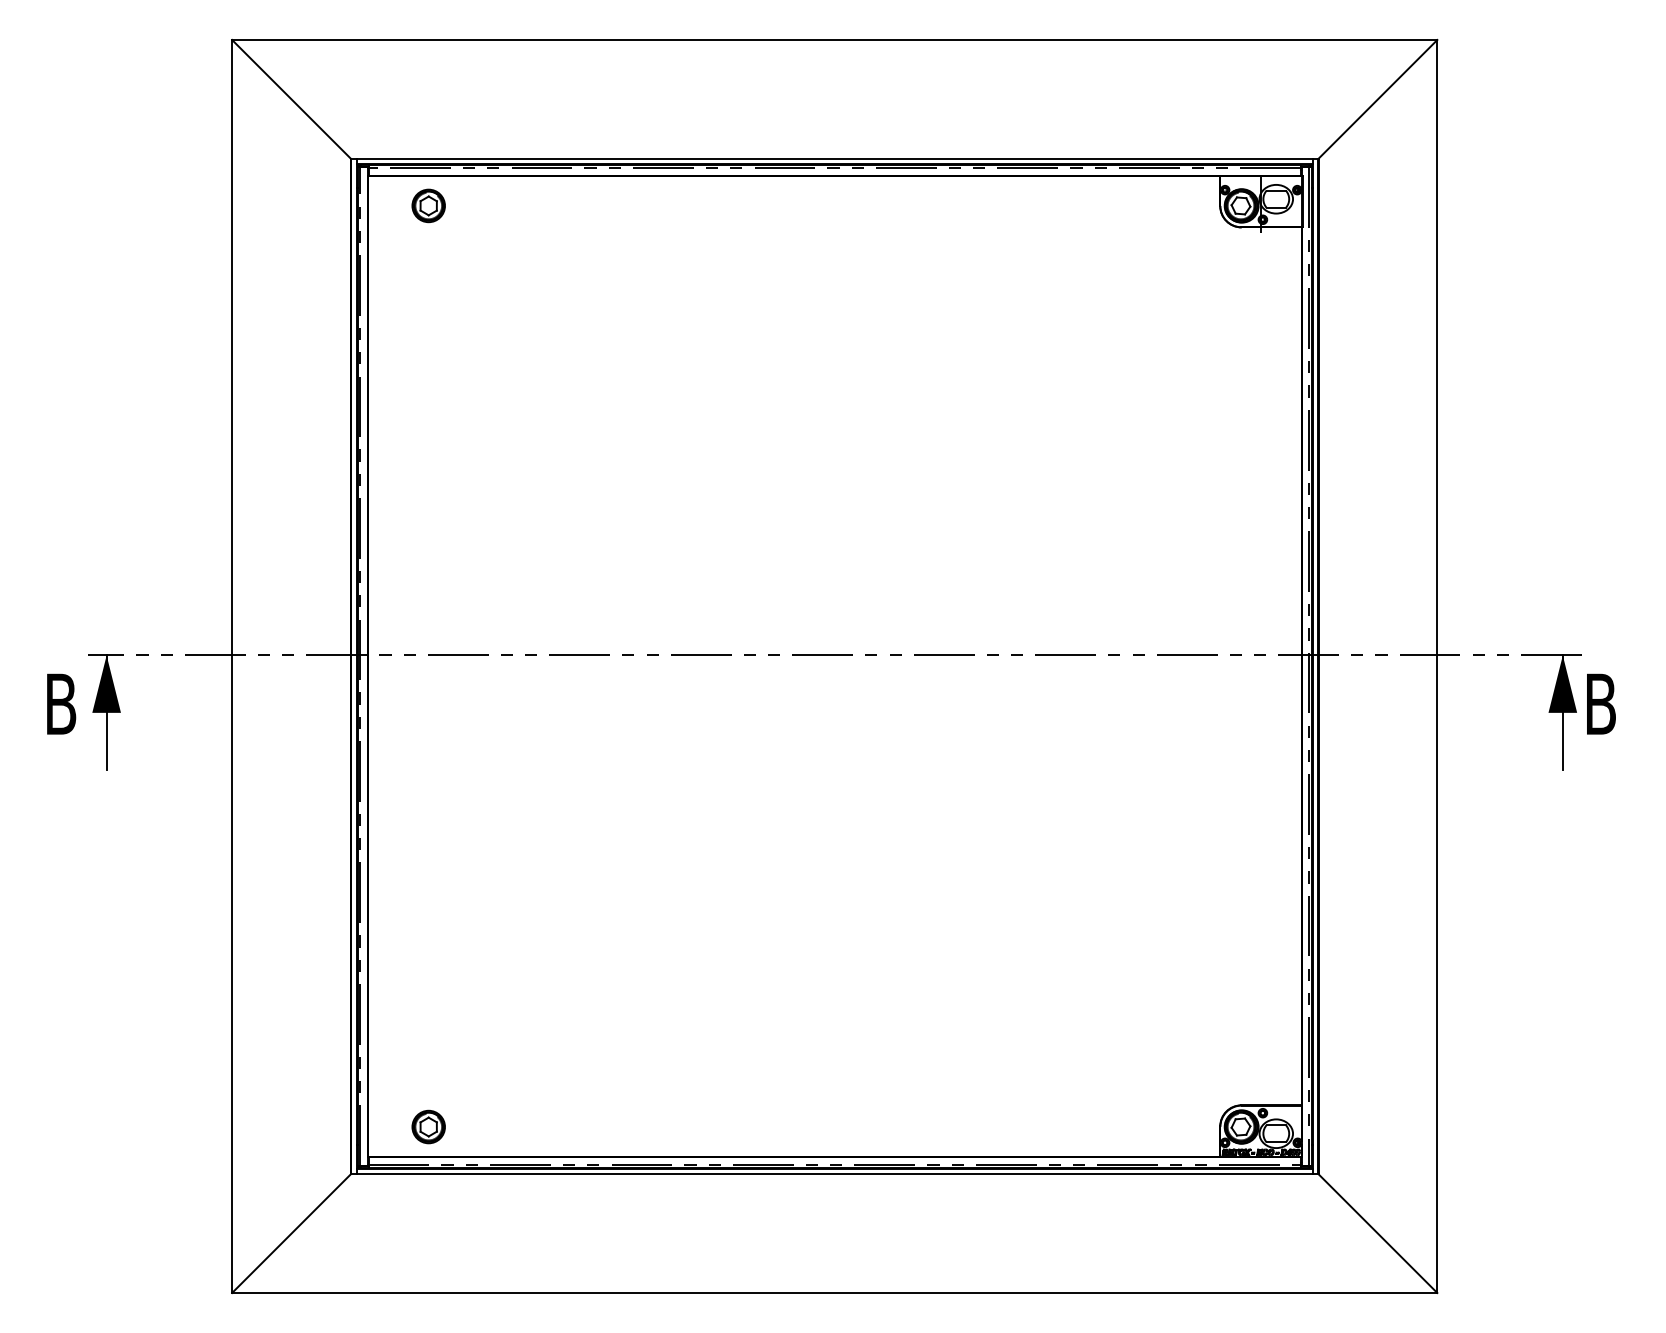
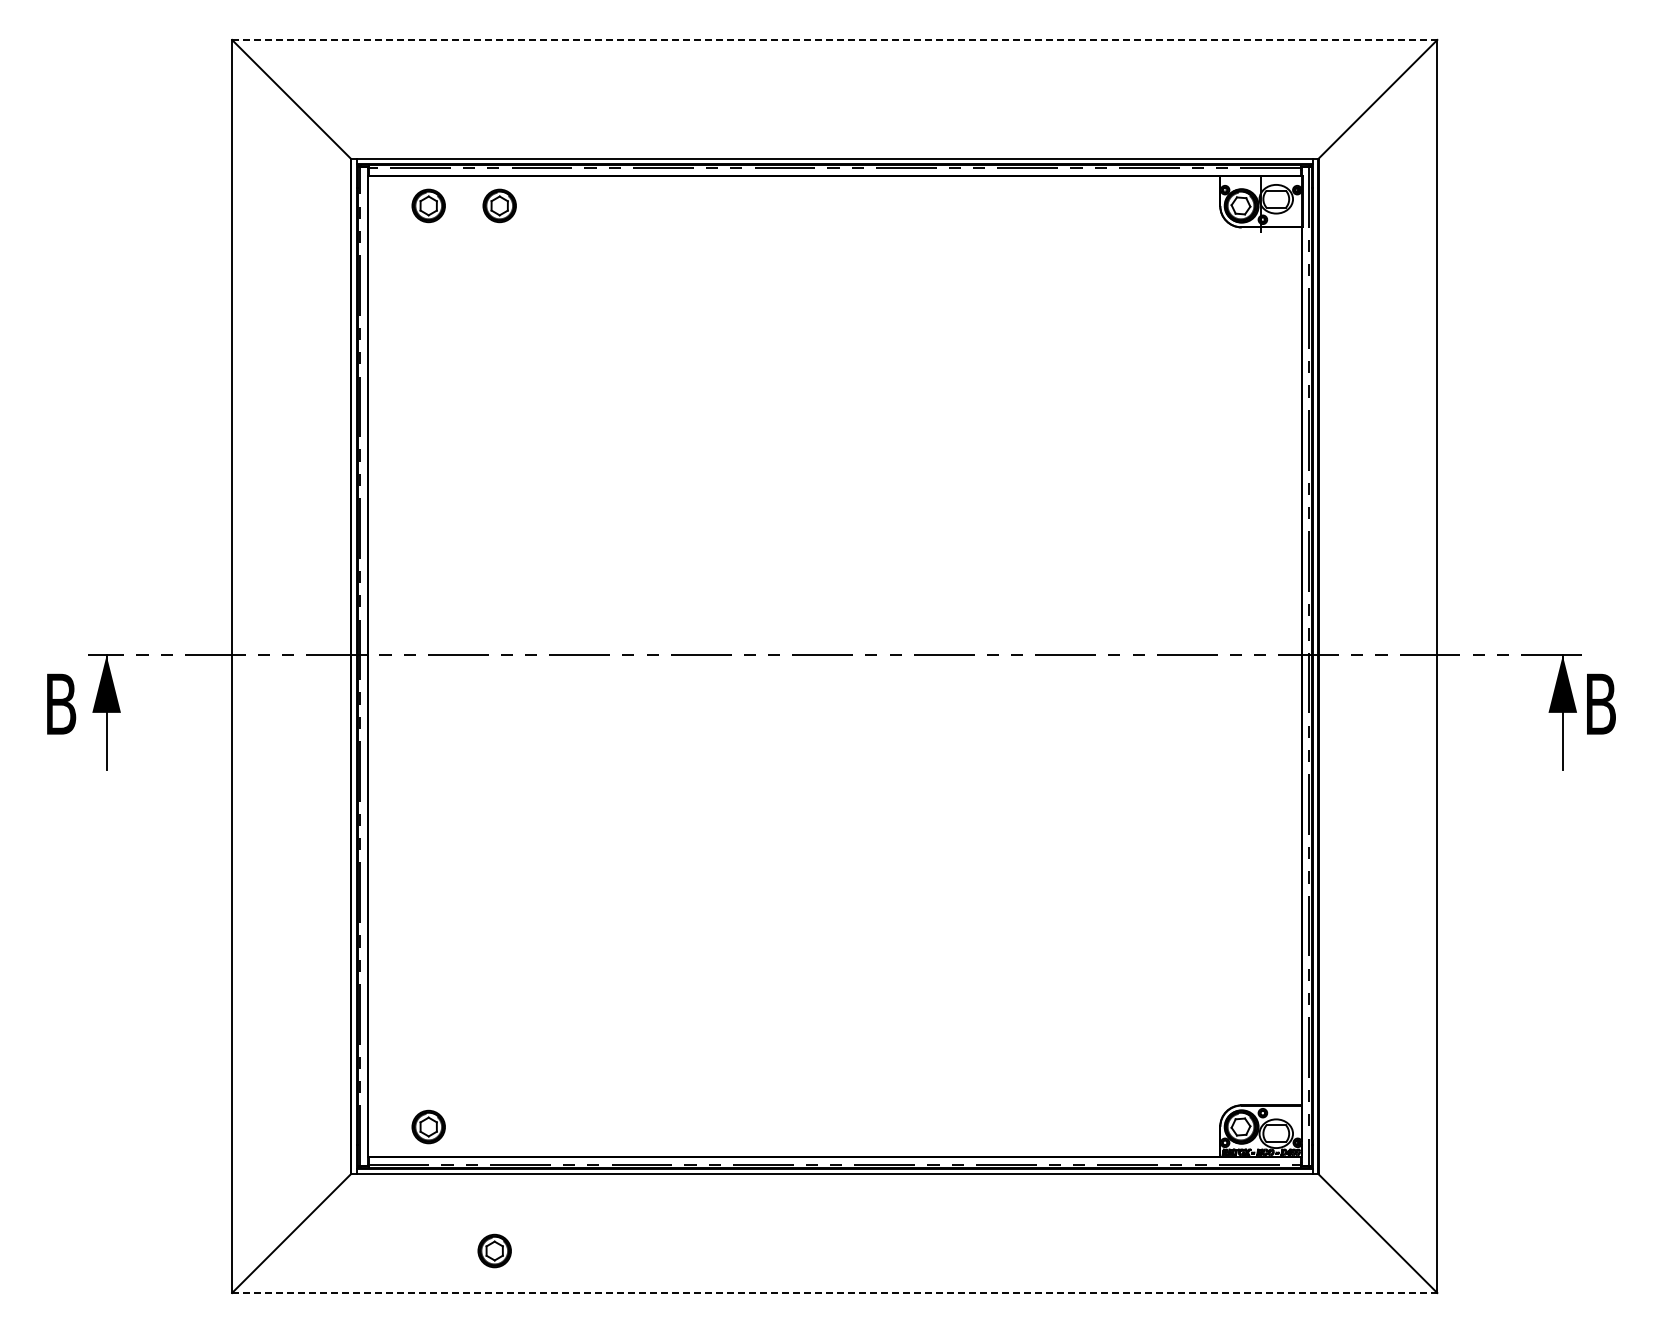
line at (834, 39): solid -> dashed
part at (499, 205): none -> present
part at (494, 1250): none -> present
line at (834, 1293): solid -> dashed
